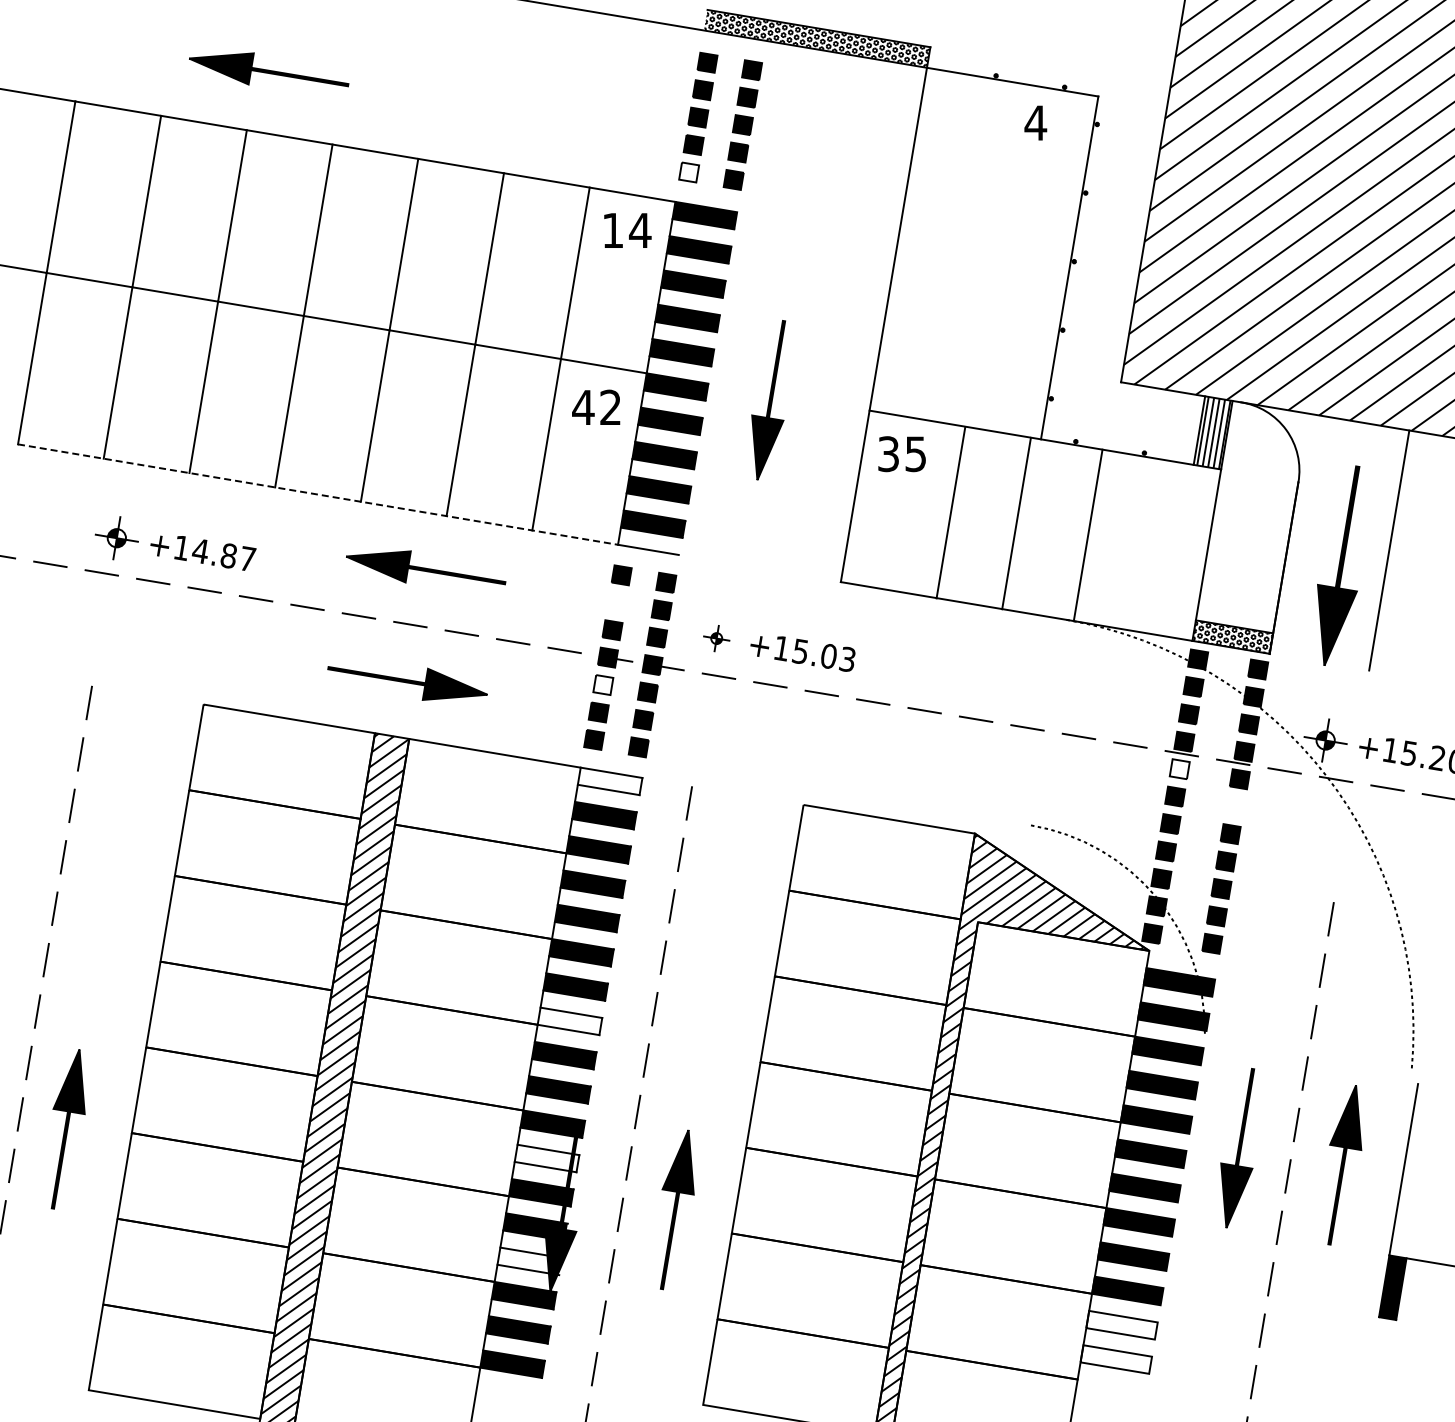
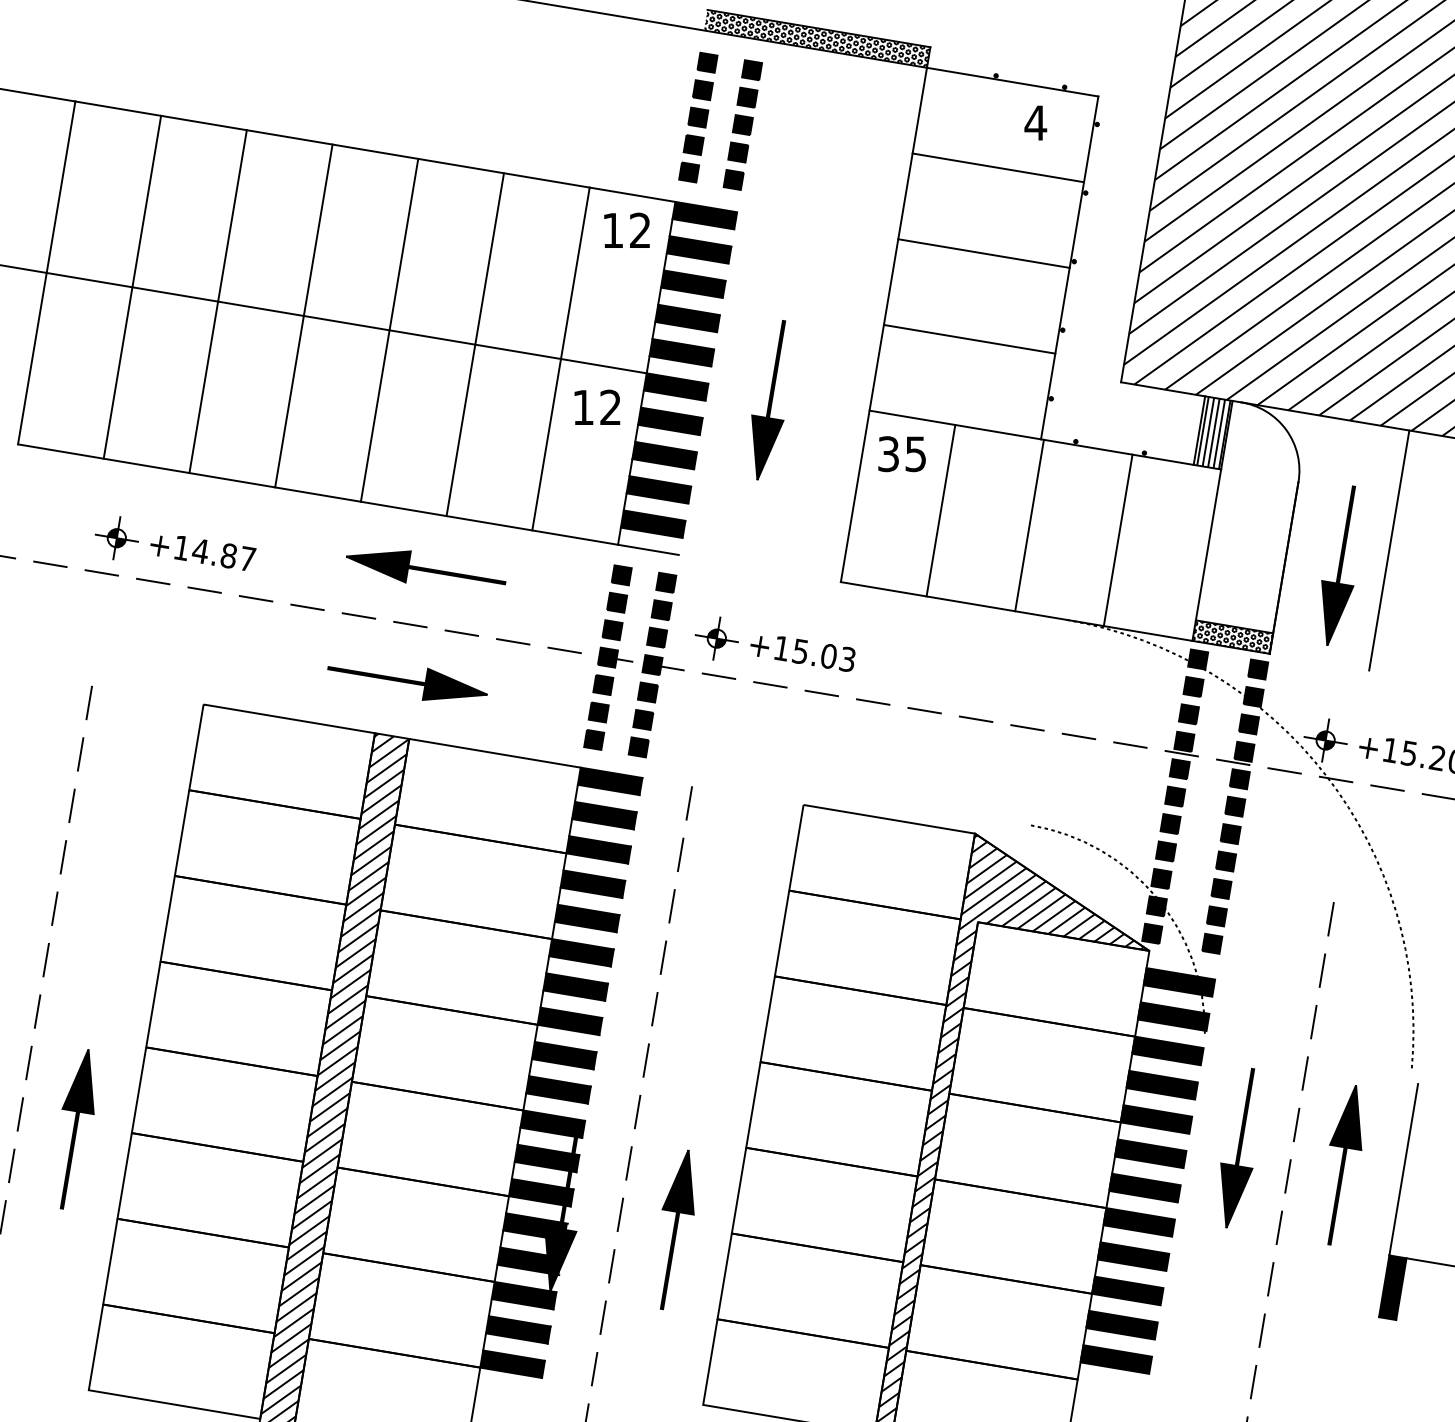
part at (269, 69): present -> none
line at (998, 167): none -> present
fill at (689, 172): none -> present
text at (640, 229): 14 -> 12
line at (983, 253): none -> present
line at (969, 338): none -> present
text at (583, 407): 42 -> 12
line at (318, 494): dashed -> solid
line at (950, 512) position: (950, 512) -> (940, 510)
line at (1016, 523) position: (1016, 523) -> (1029, 525)
line at (1087, 535) position: (1087, 535) -> (1117, 540)
part at (1338, 565) size: 44x201 px -> 36x161 px
part at (617, 602): none -> present
part at (716, 638) size: 28x28 px -> 45x45 px
fill at (603, 685): none -> present
fill at (1179, 769): none -> present
fill at (609, 781): none -> present
part at (1235, 806): none -> present
fill at (569, 1021): none -> present
part at (67, 1129) position: (67, 1129) -> (76, 1129)
fill at (546, 1158): none -> present
part at (677, 1209) position: (677, 1209) -> (677, 1229)
fill at (529, 1261): none -> present
fill at (1121, 1324): none -> present
fill at (1116, 1359): none -> present
